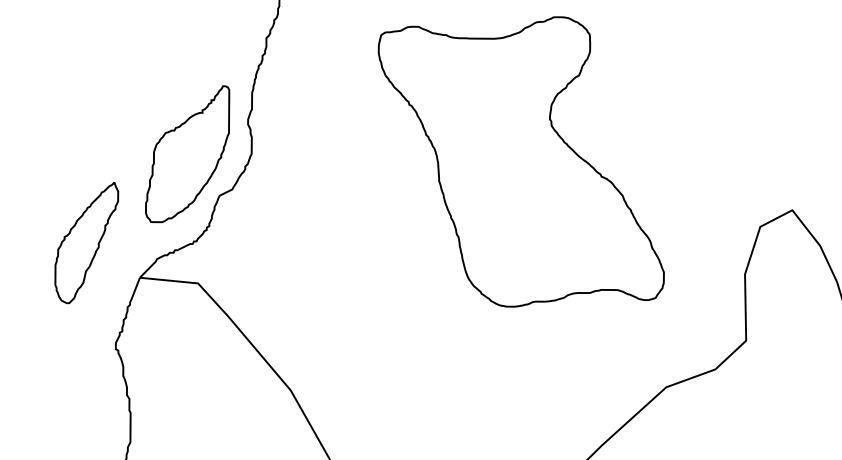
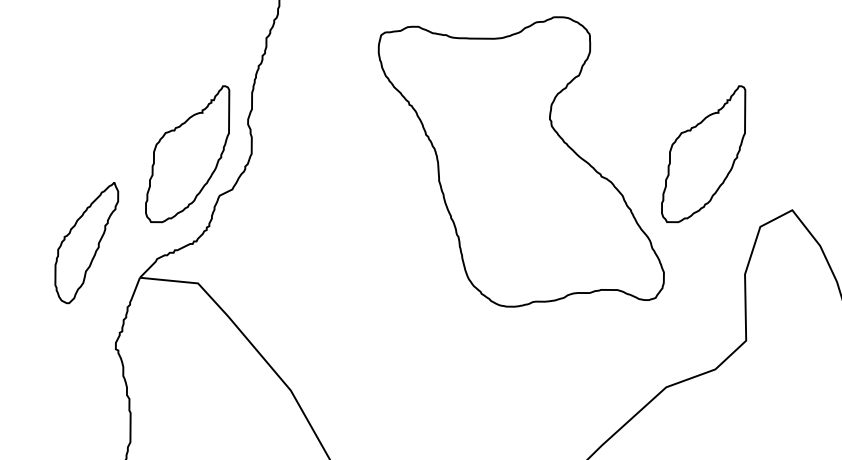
part at (703, 154): none -> present
